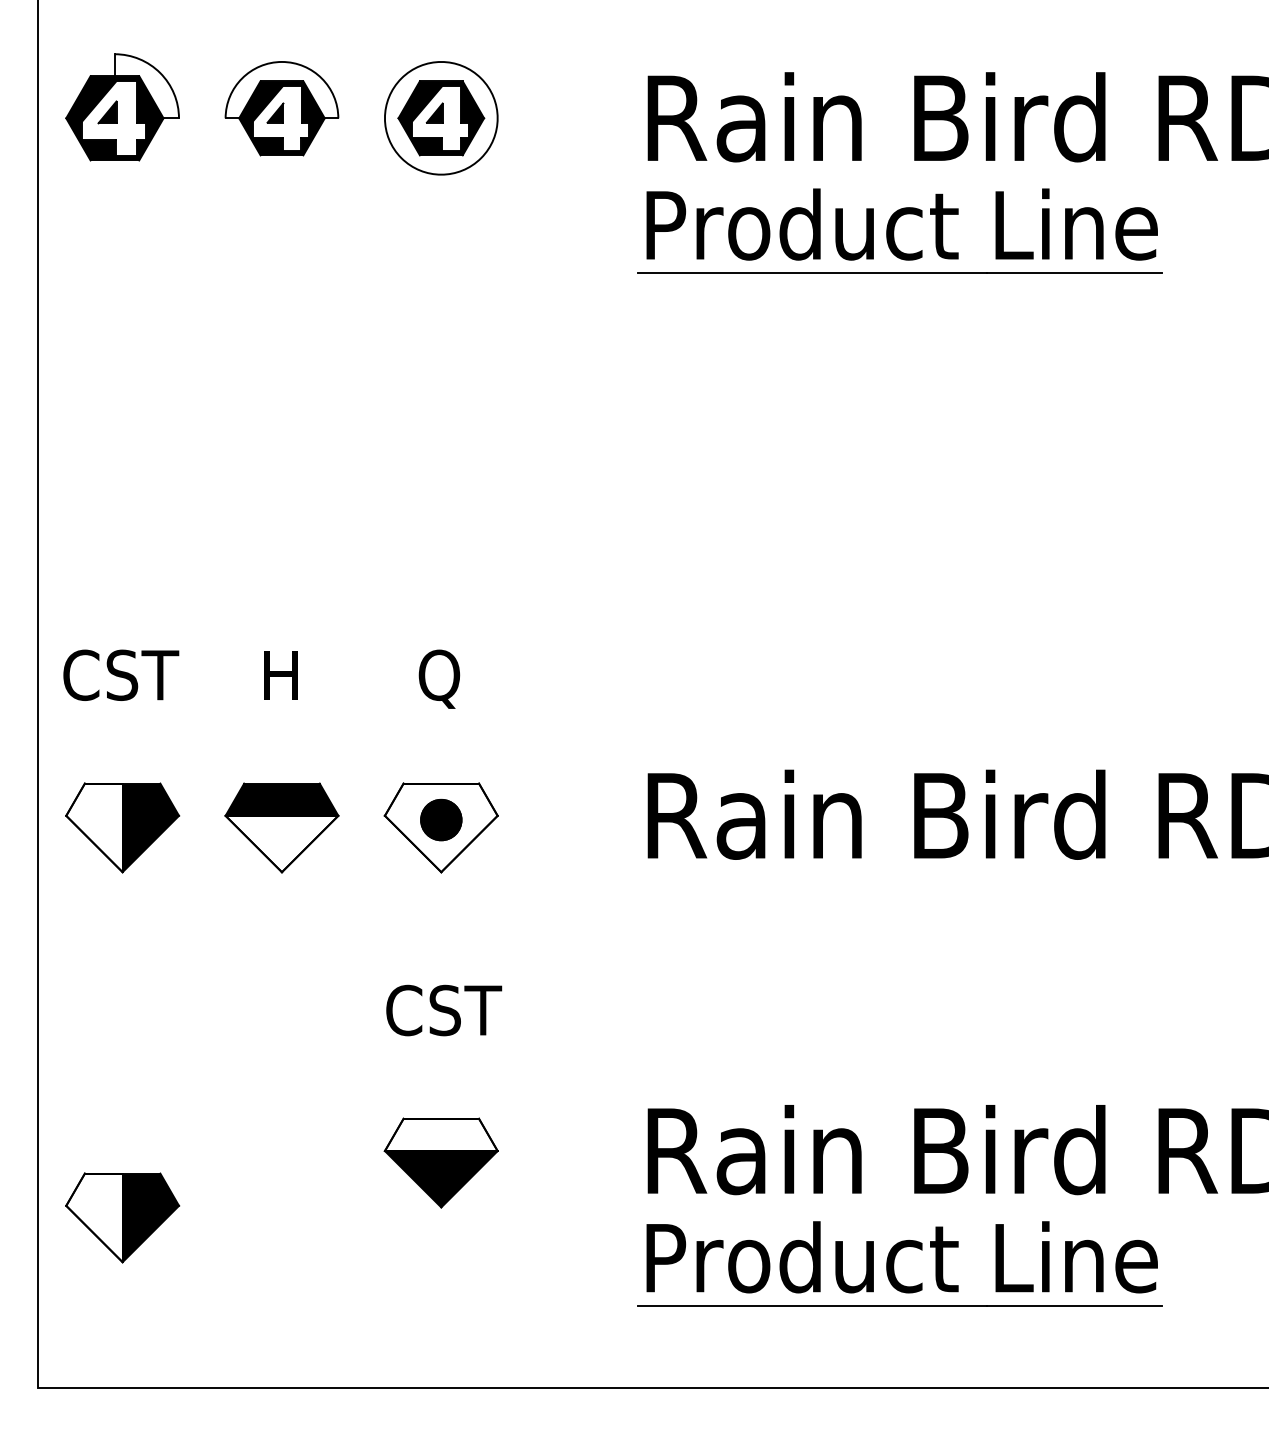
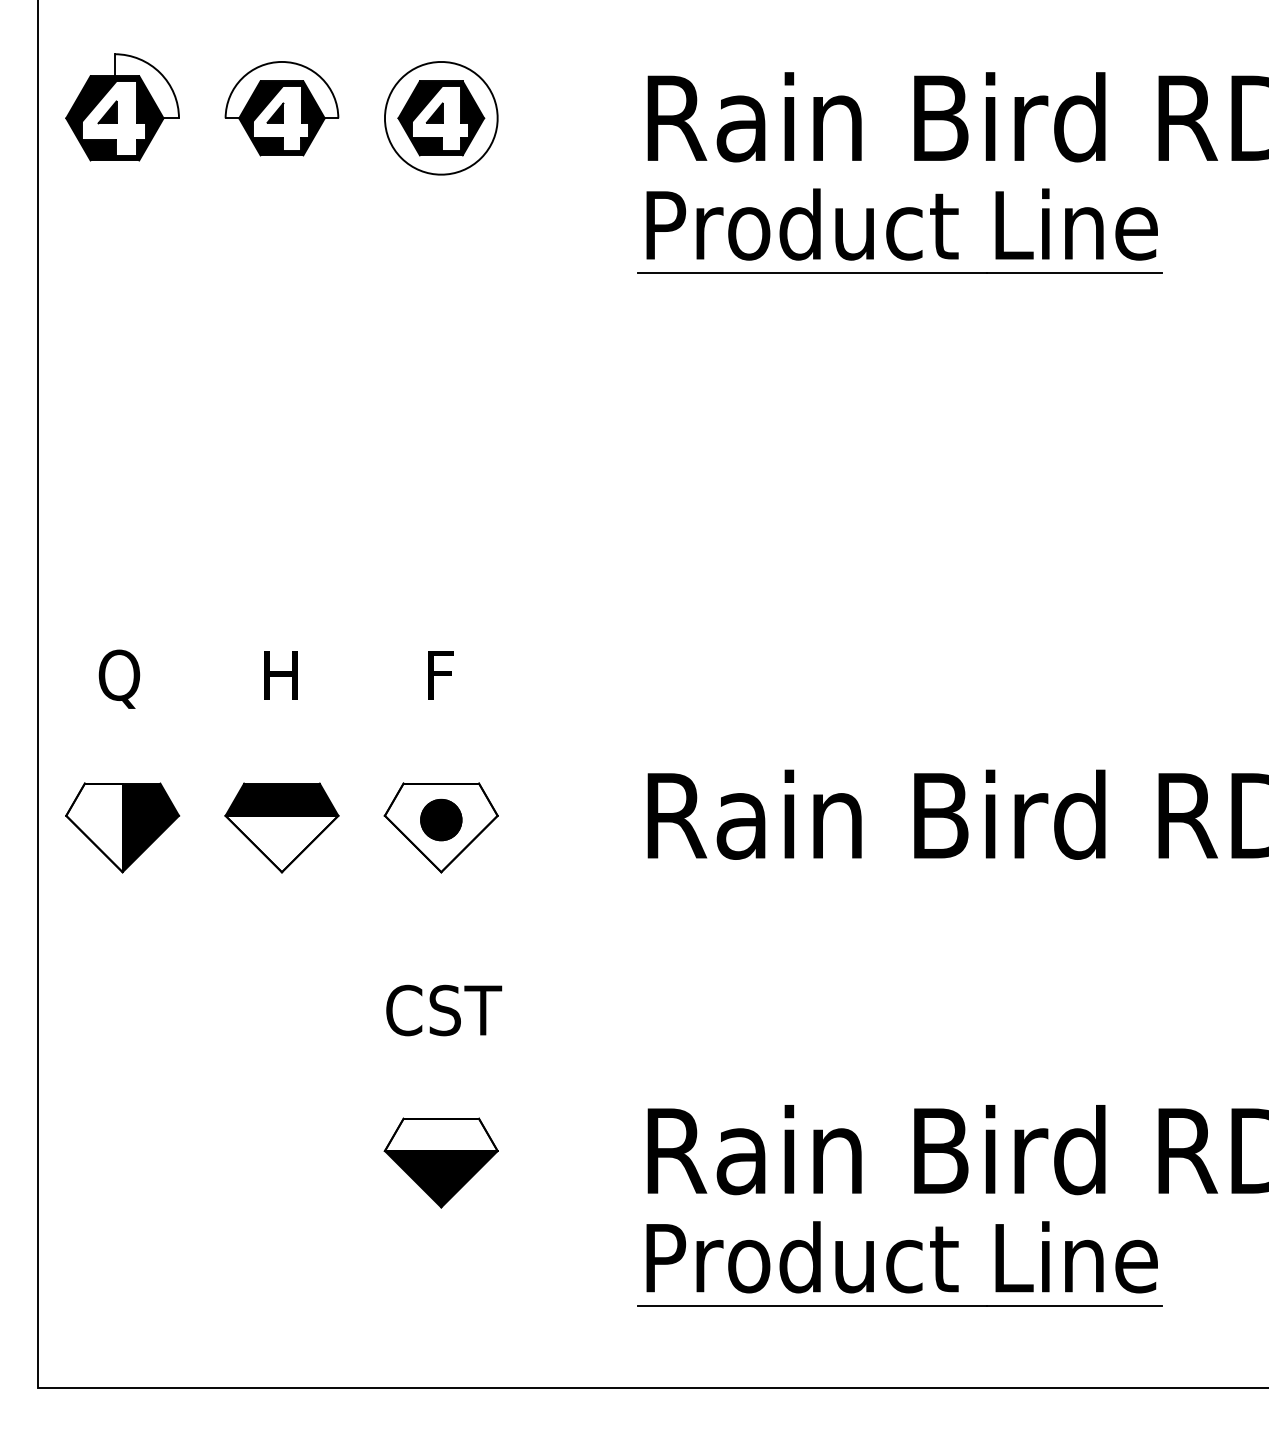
text at (121, 678): CST -> Q
text at (439, 678): Q -> F
part at (122, 1217): present -> none
